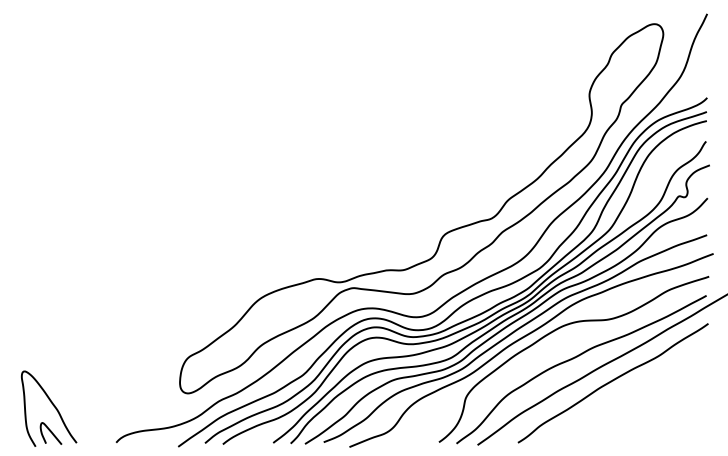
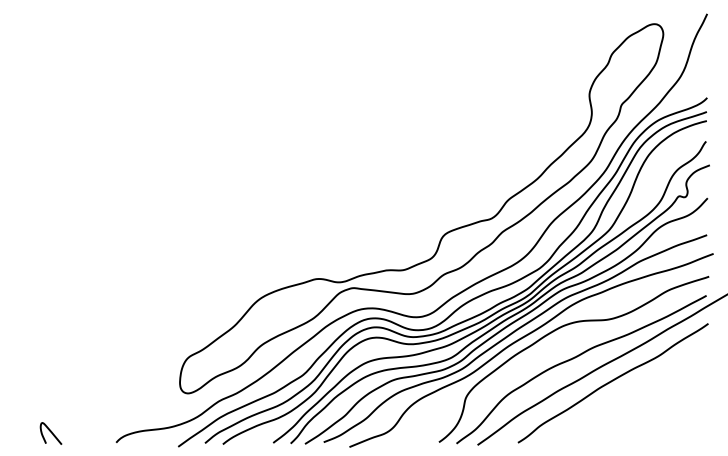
curve at (52, 405): present -> none
